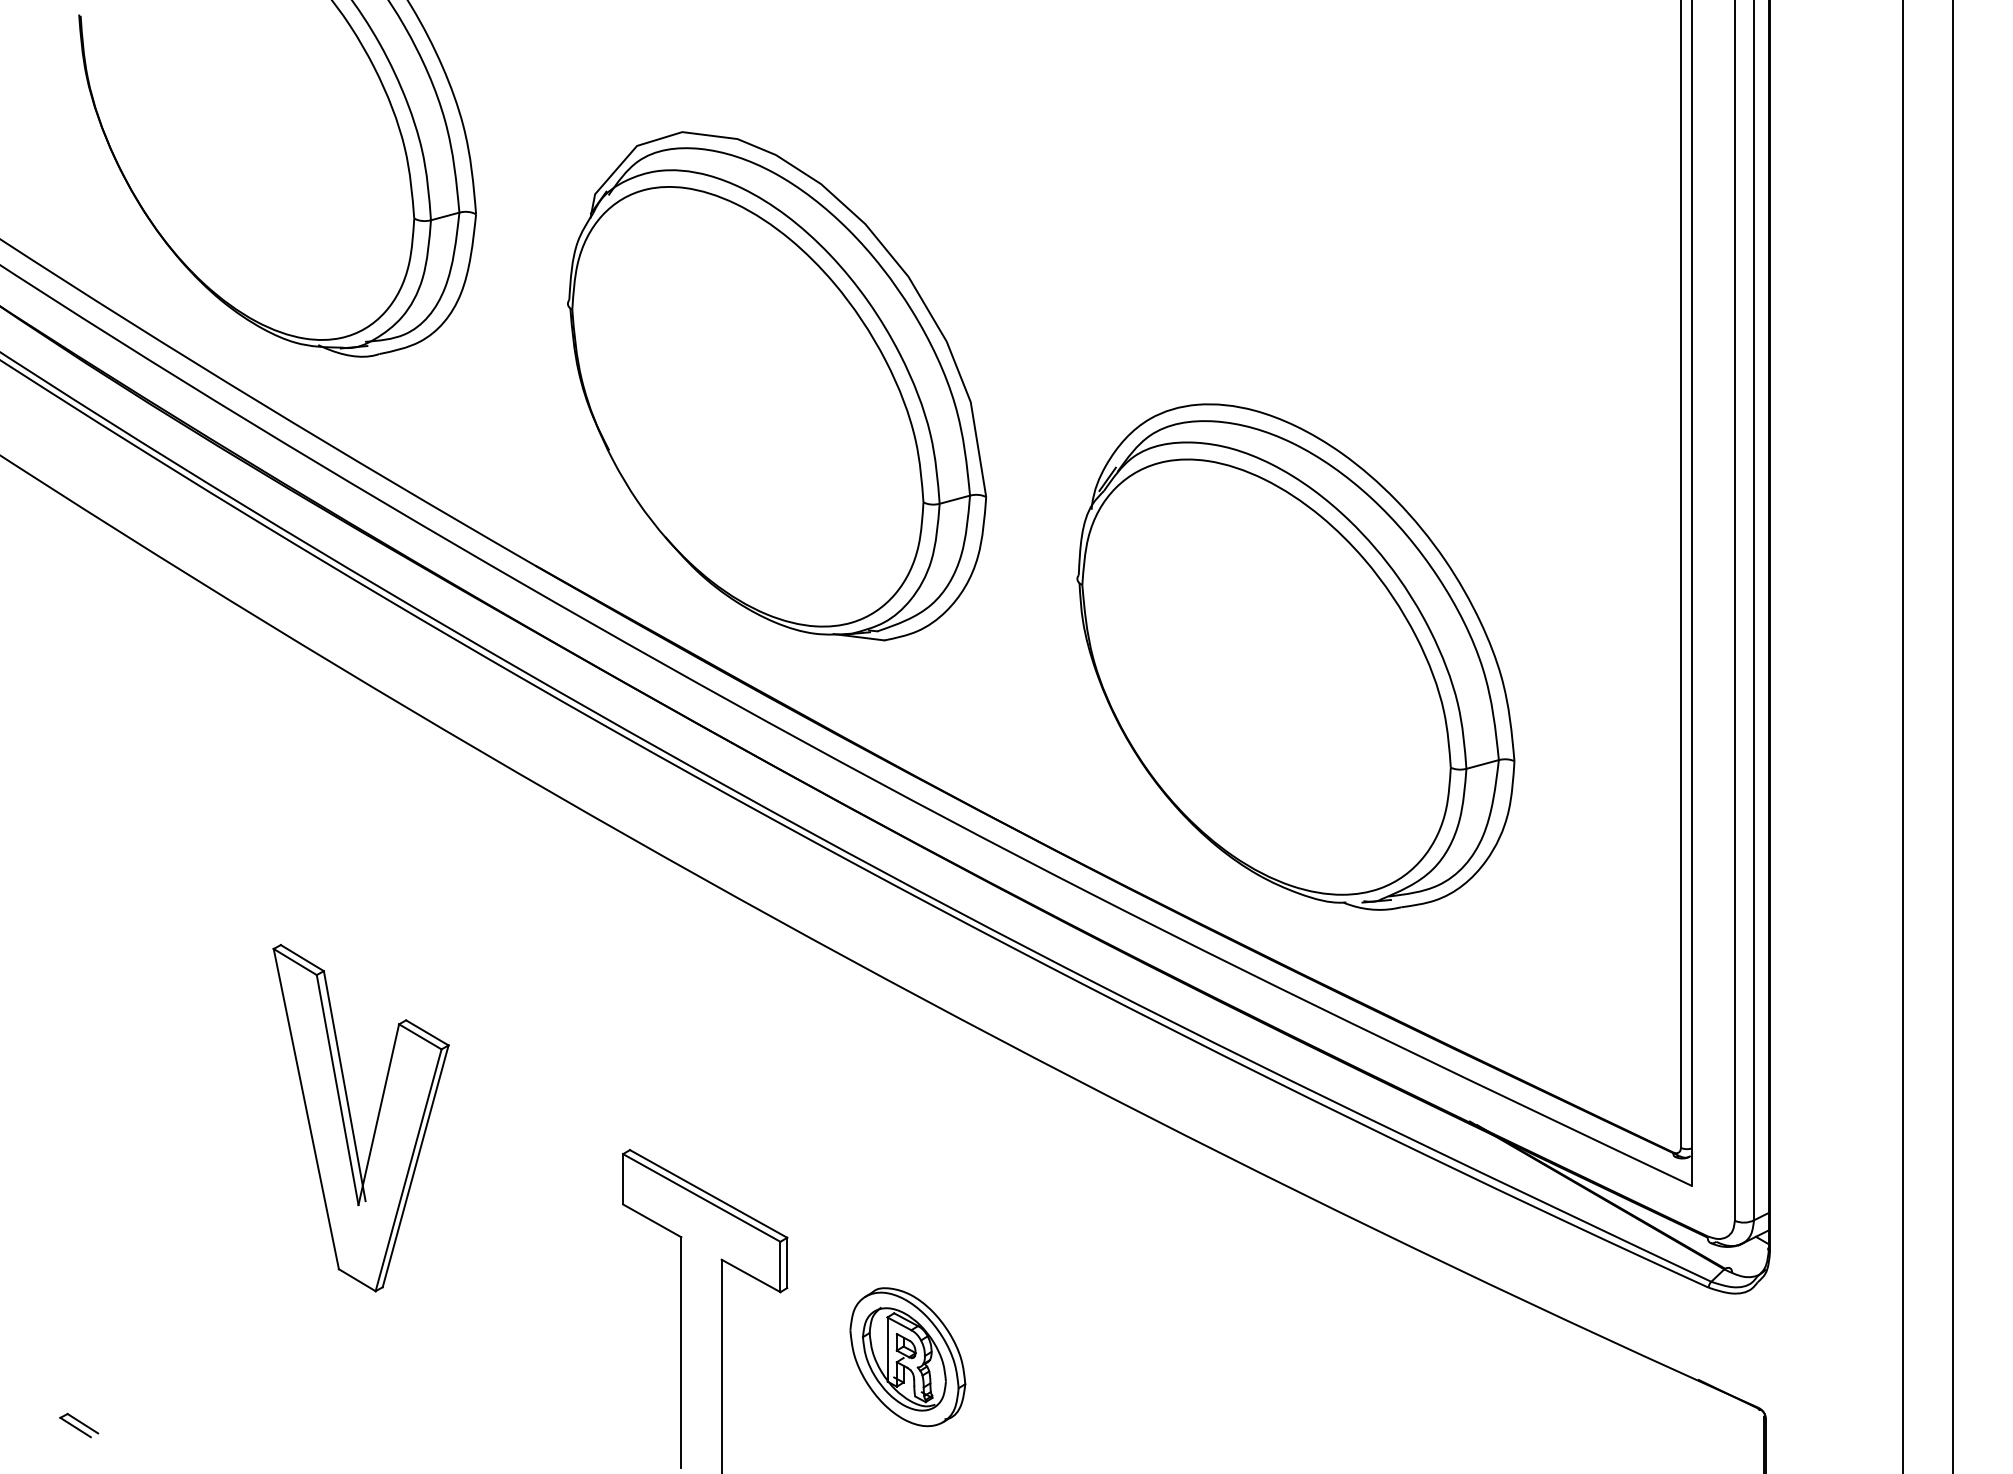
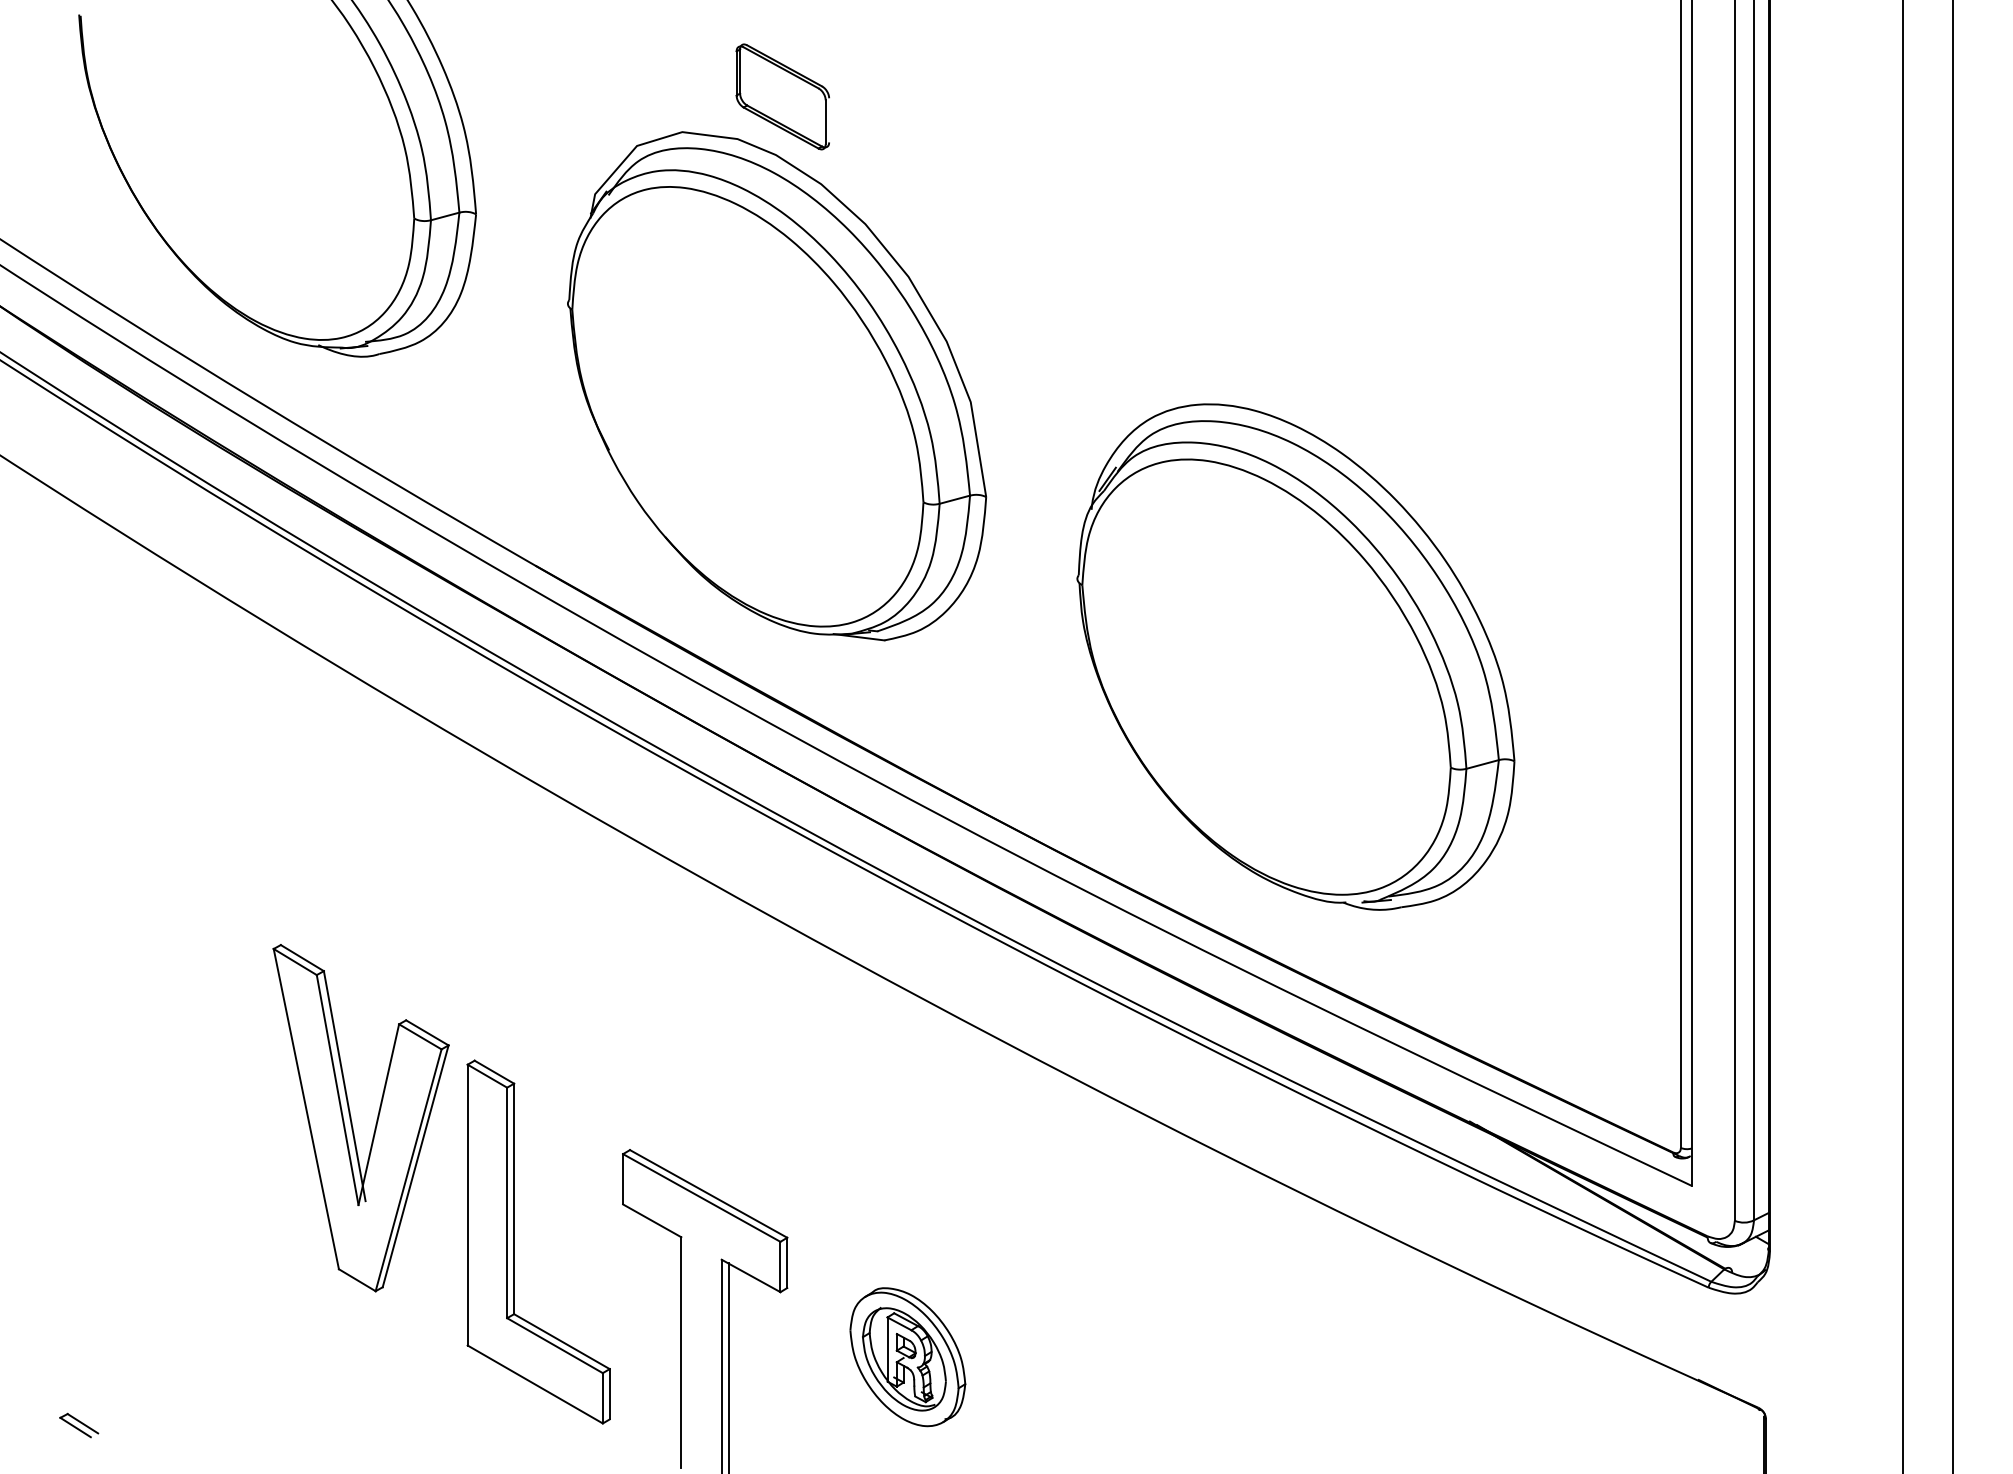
part at (782, 96): none -> present
part at (514, 1241): none -> present
line at (728, 1366): none -> present
